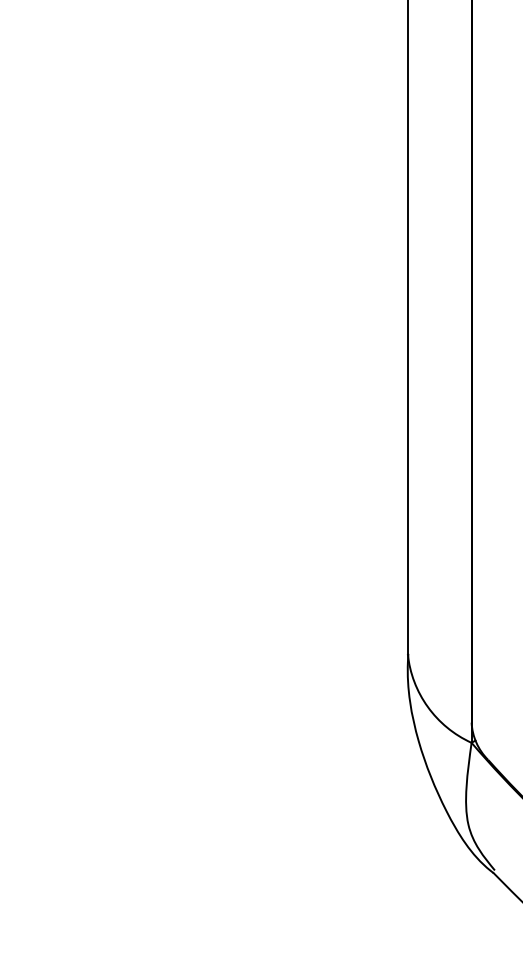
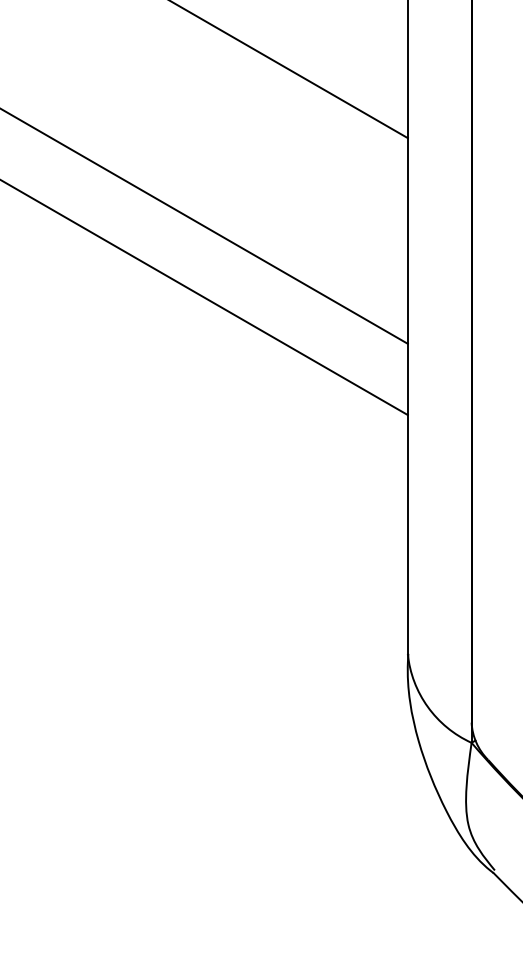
line at (289, 70): none -> present
line at (204, 226): none -> present
line at (204, 298): none -> present
